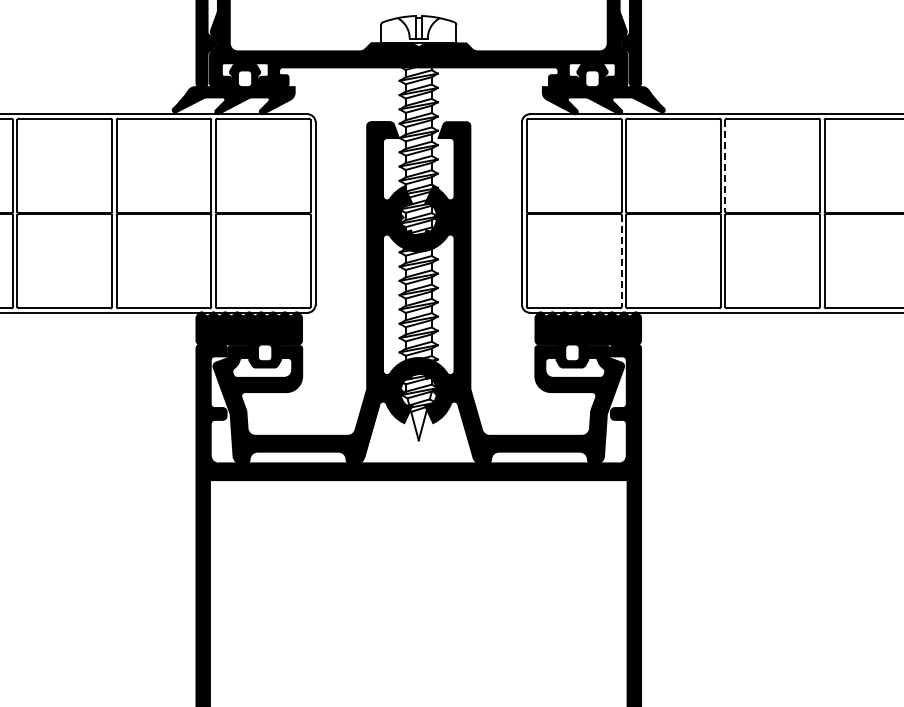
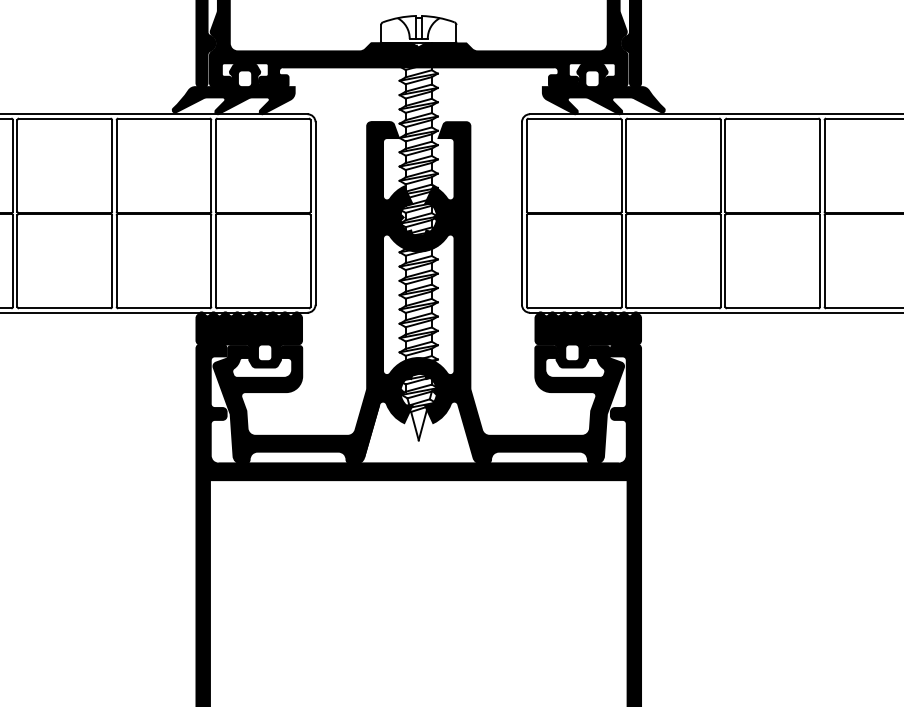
line at (725, 165): dashed -> solid
line at (621, 261): dashed -> solid
